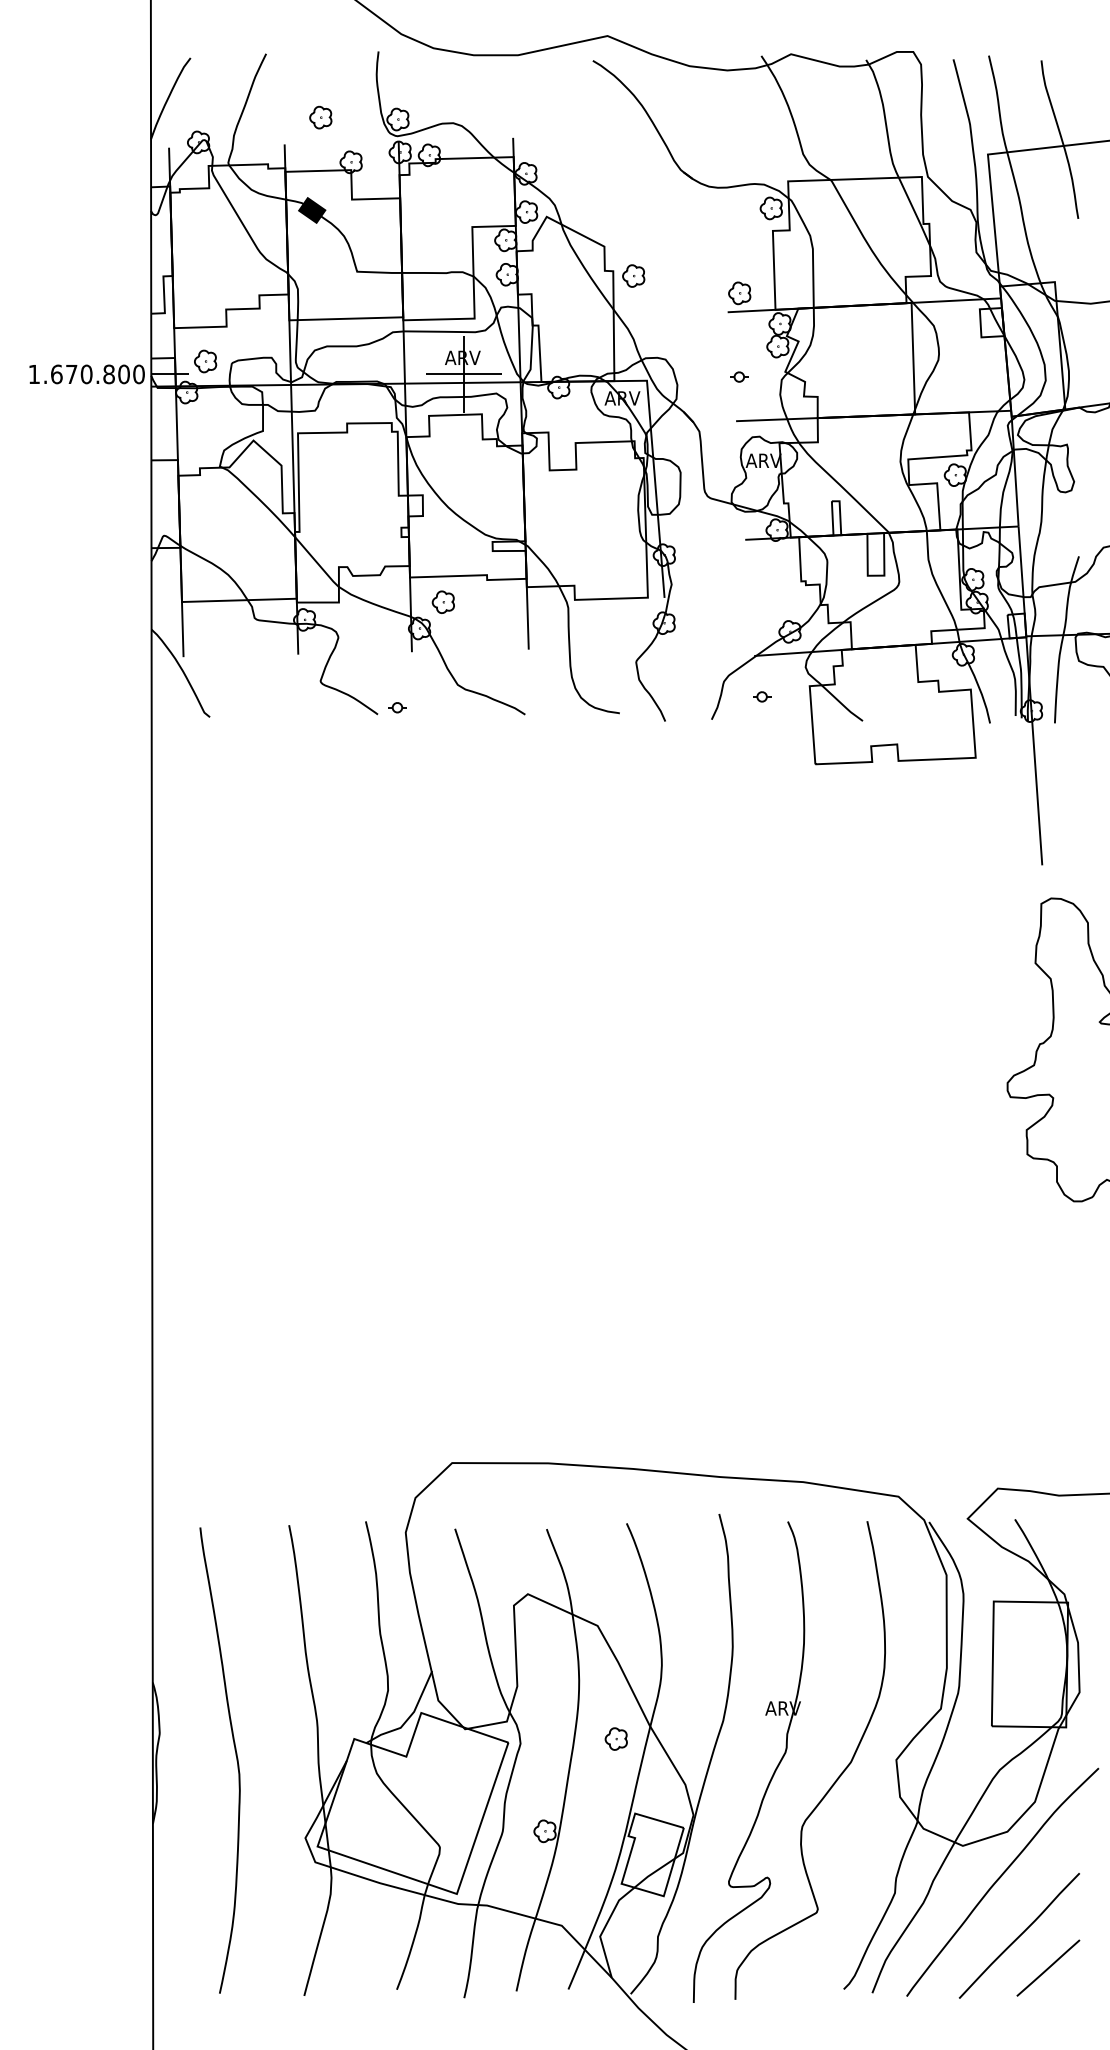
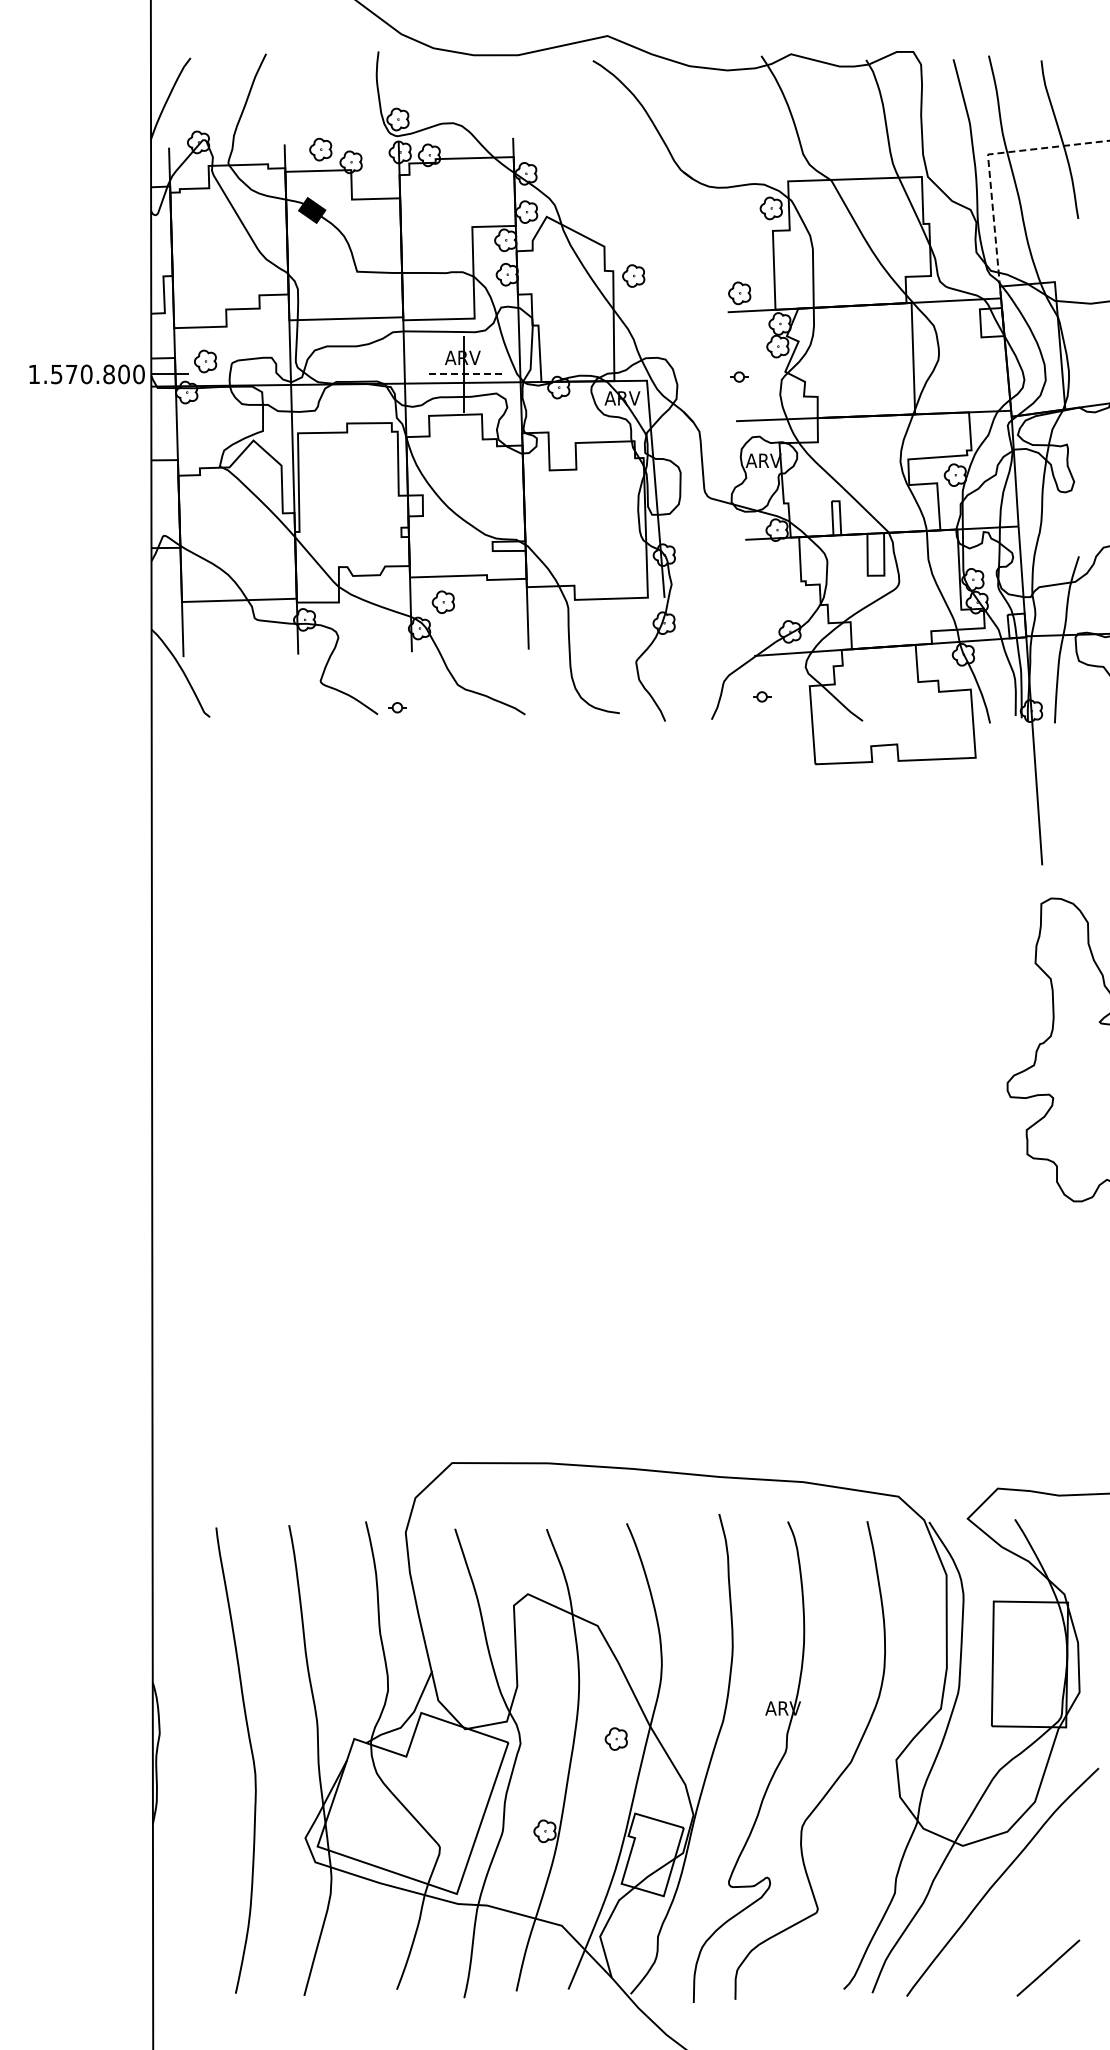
part at (320, 117) position: (320, 117) -> (320, 149)
line at (988, 165): solid -> dashed
text at (56, 374): 1.670.800 -> 1.570.800
line at (463, 374): solid -> dashed
curve at (235, 1755) position: (235, 1755) -> (251, 1755)
line at (1018, 1935): present -> none
